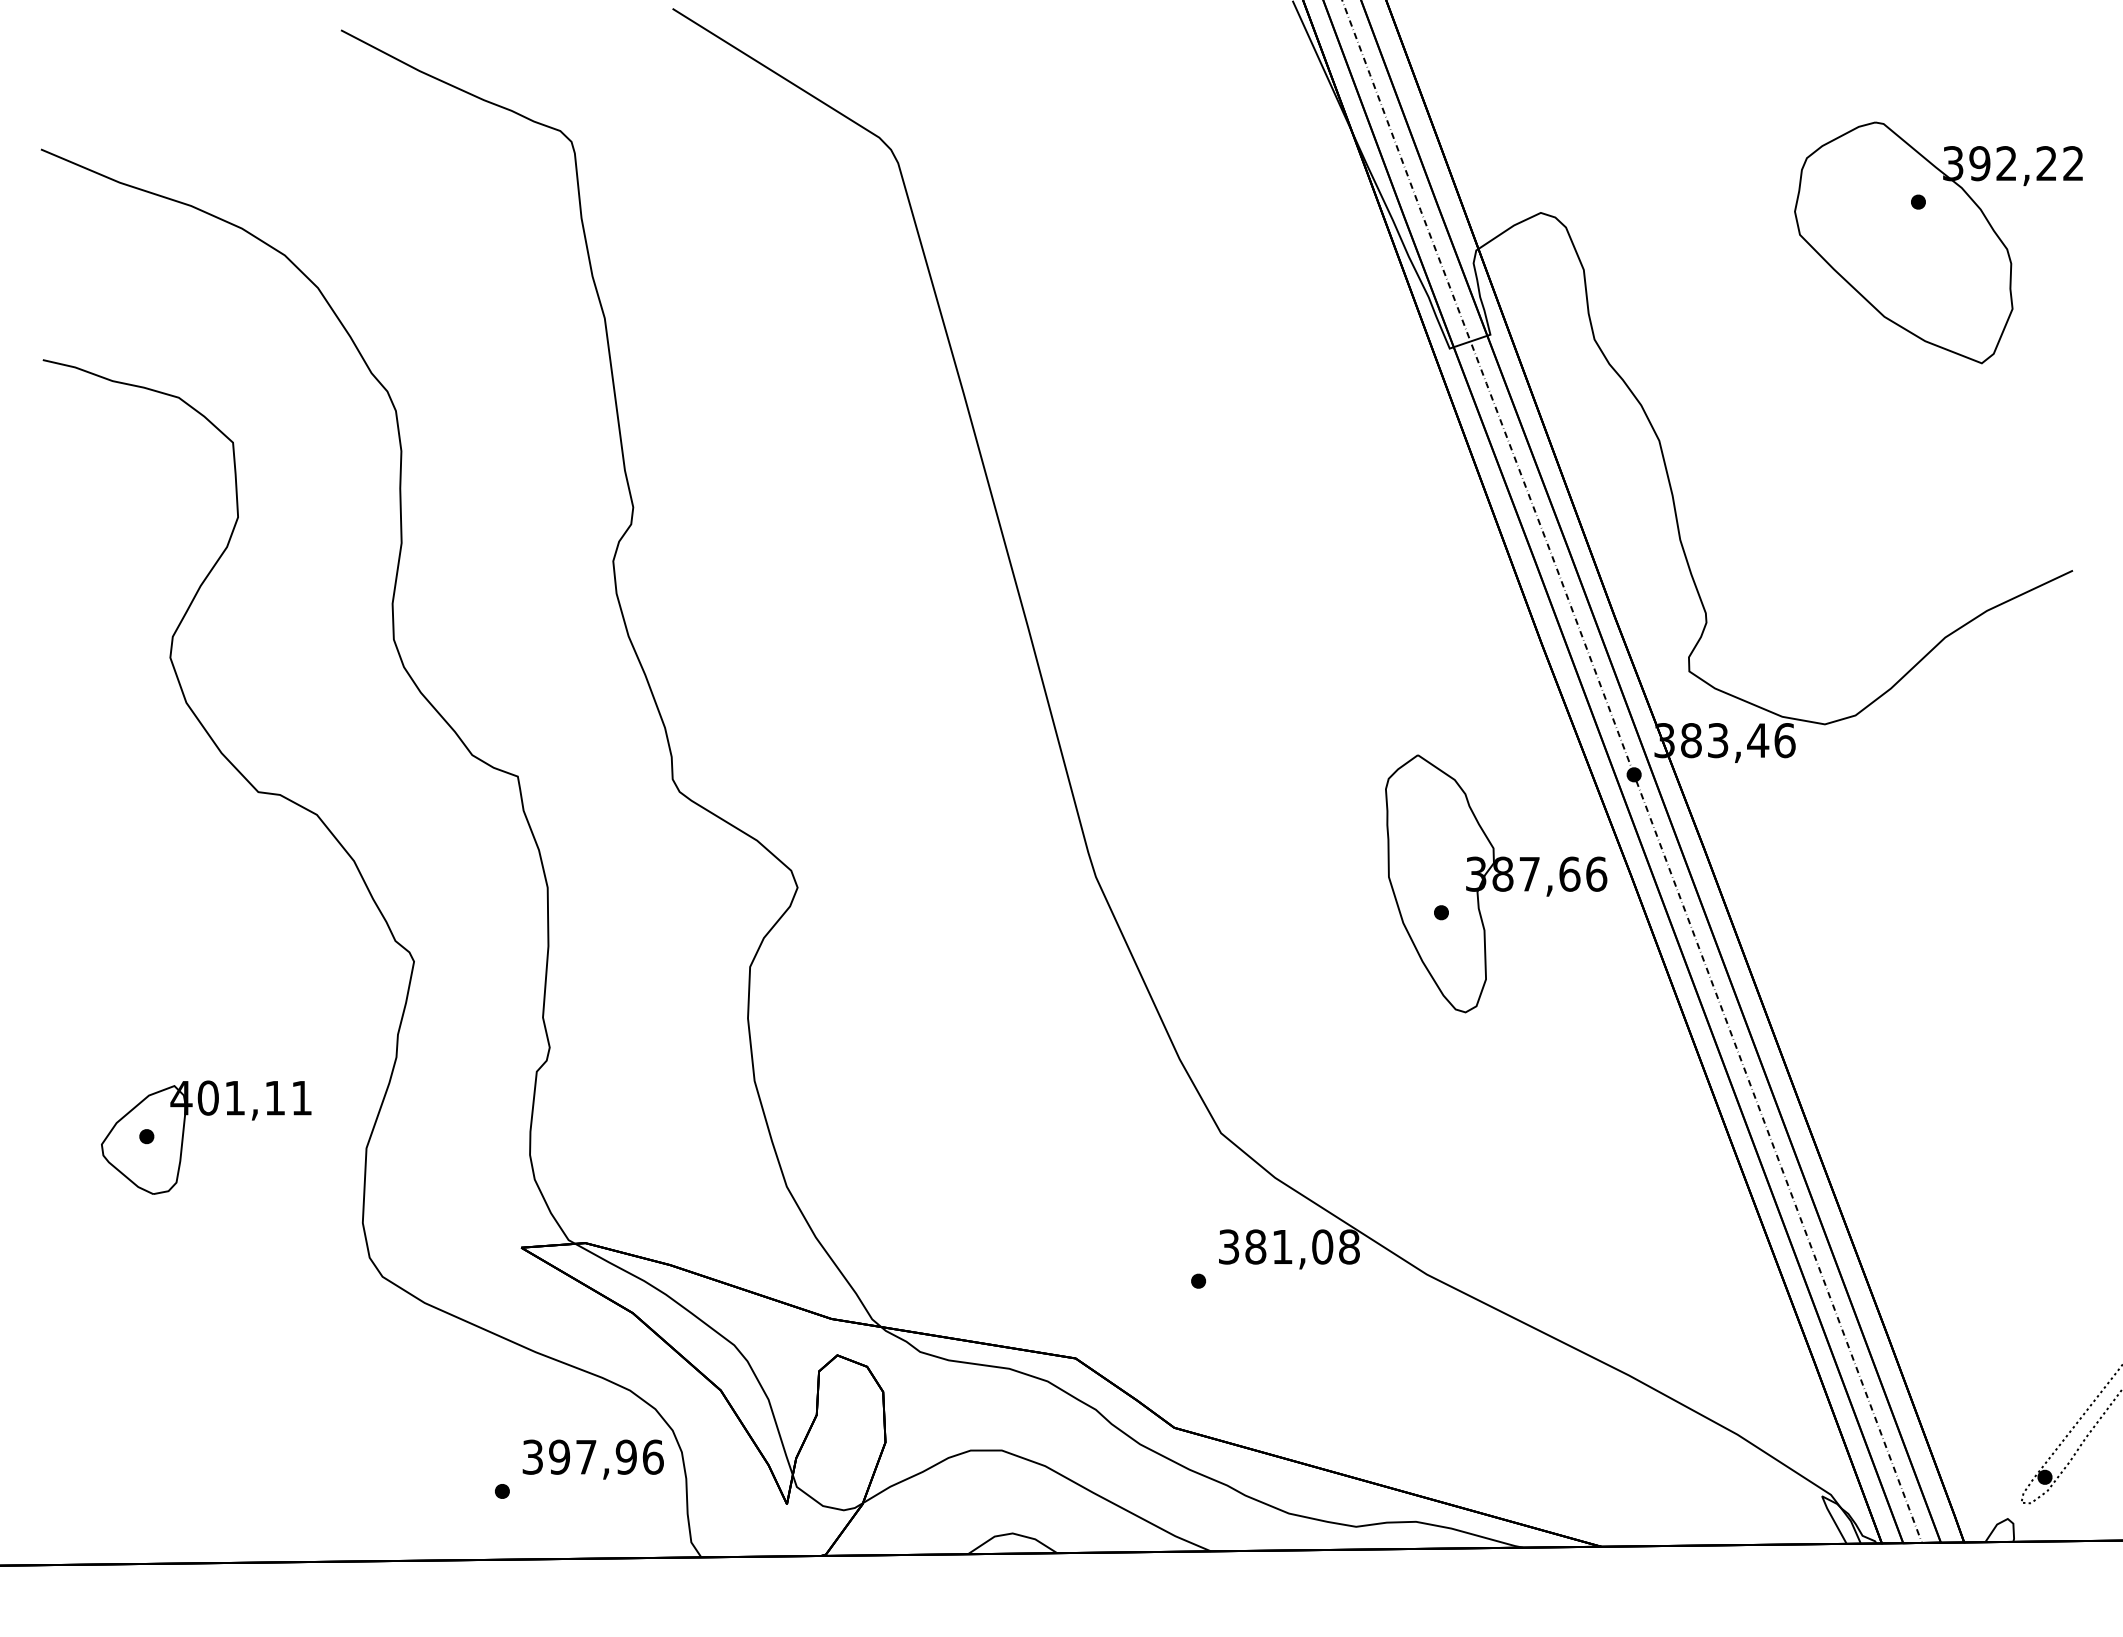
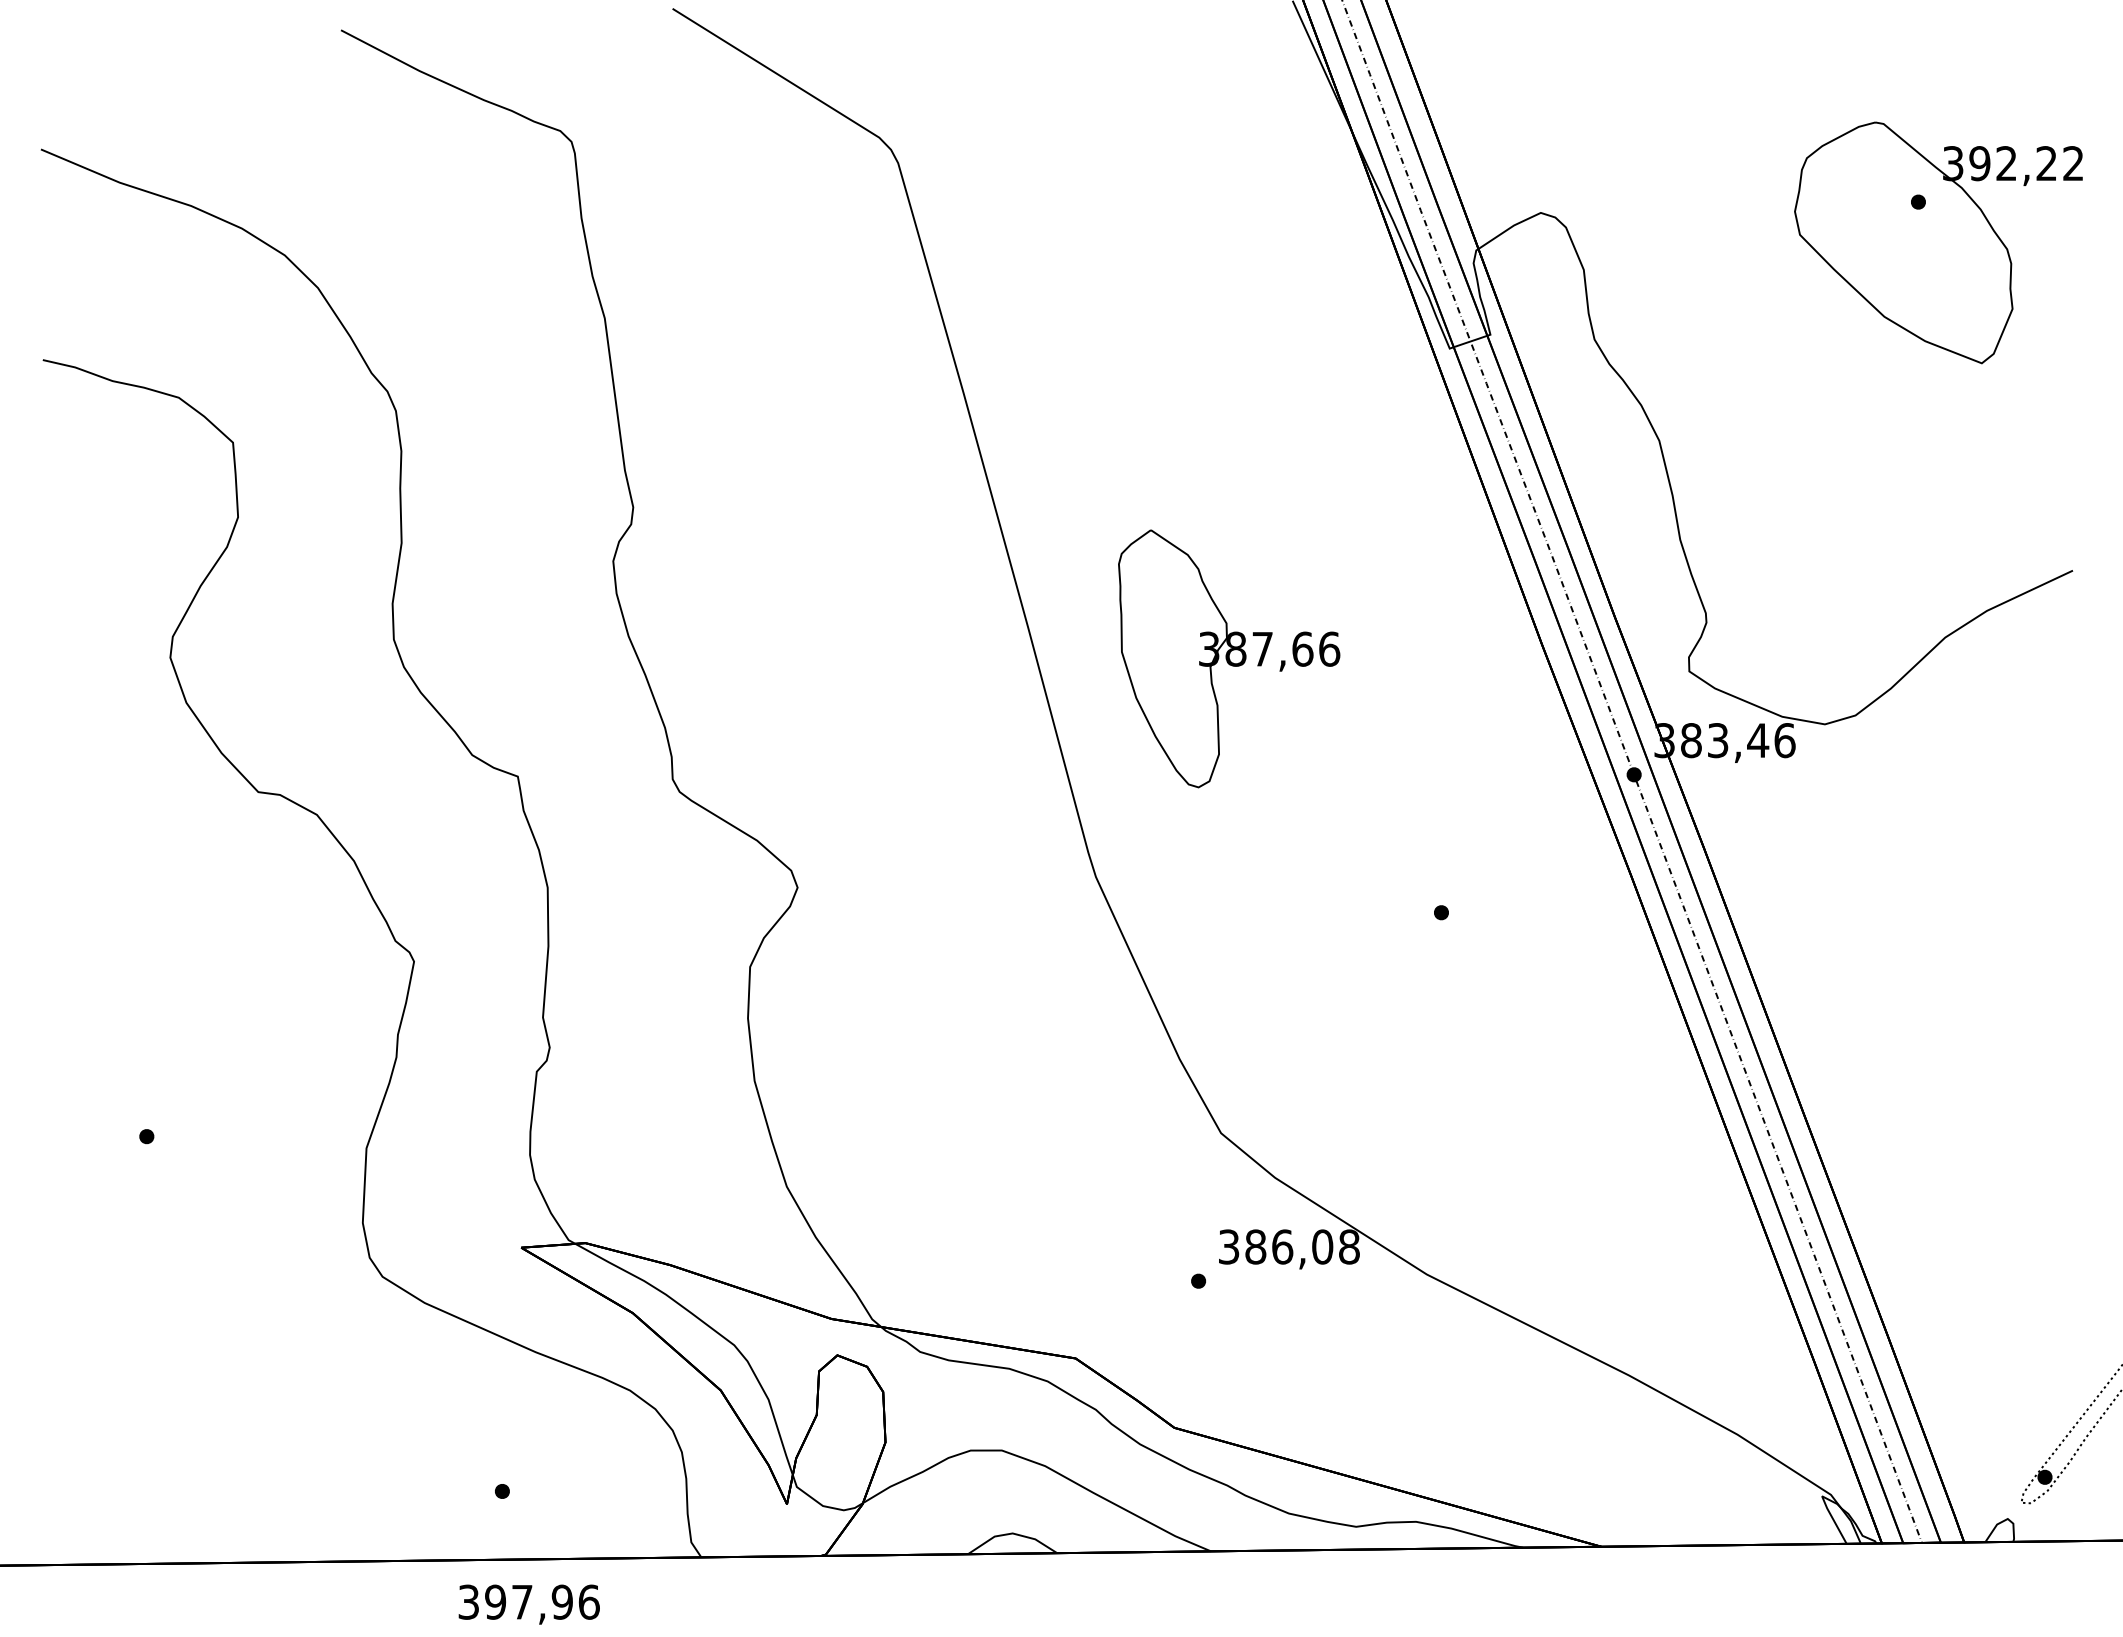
part at (1496, 883) position: (1496, 883) -> (1229, 658)
part at (206, 1115): present -> none
text at (1282, 1246): 381,08 -> 386,08
text at (592, 1459) position: (592, 1459) -> (528, 1604)
